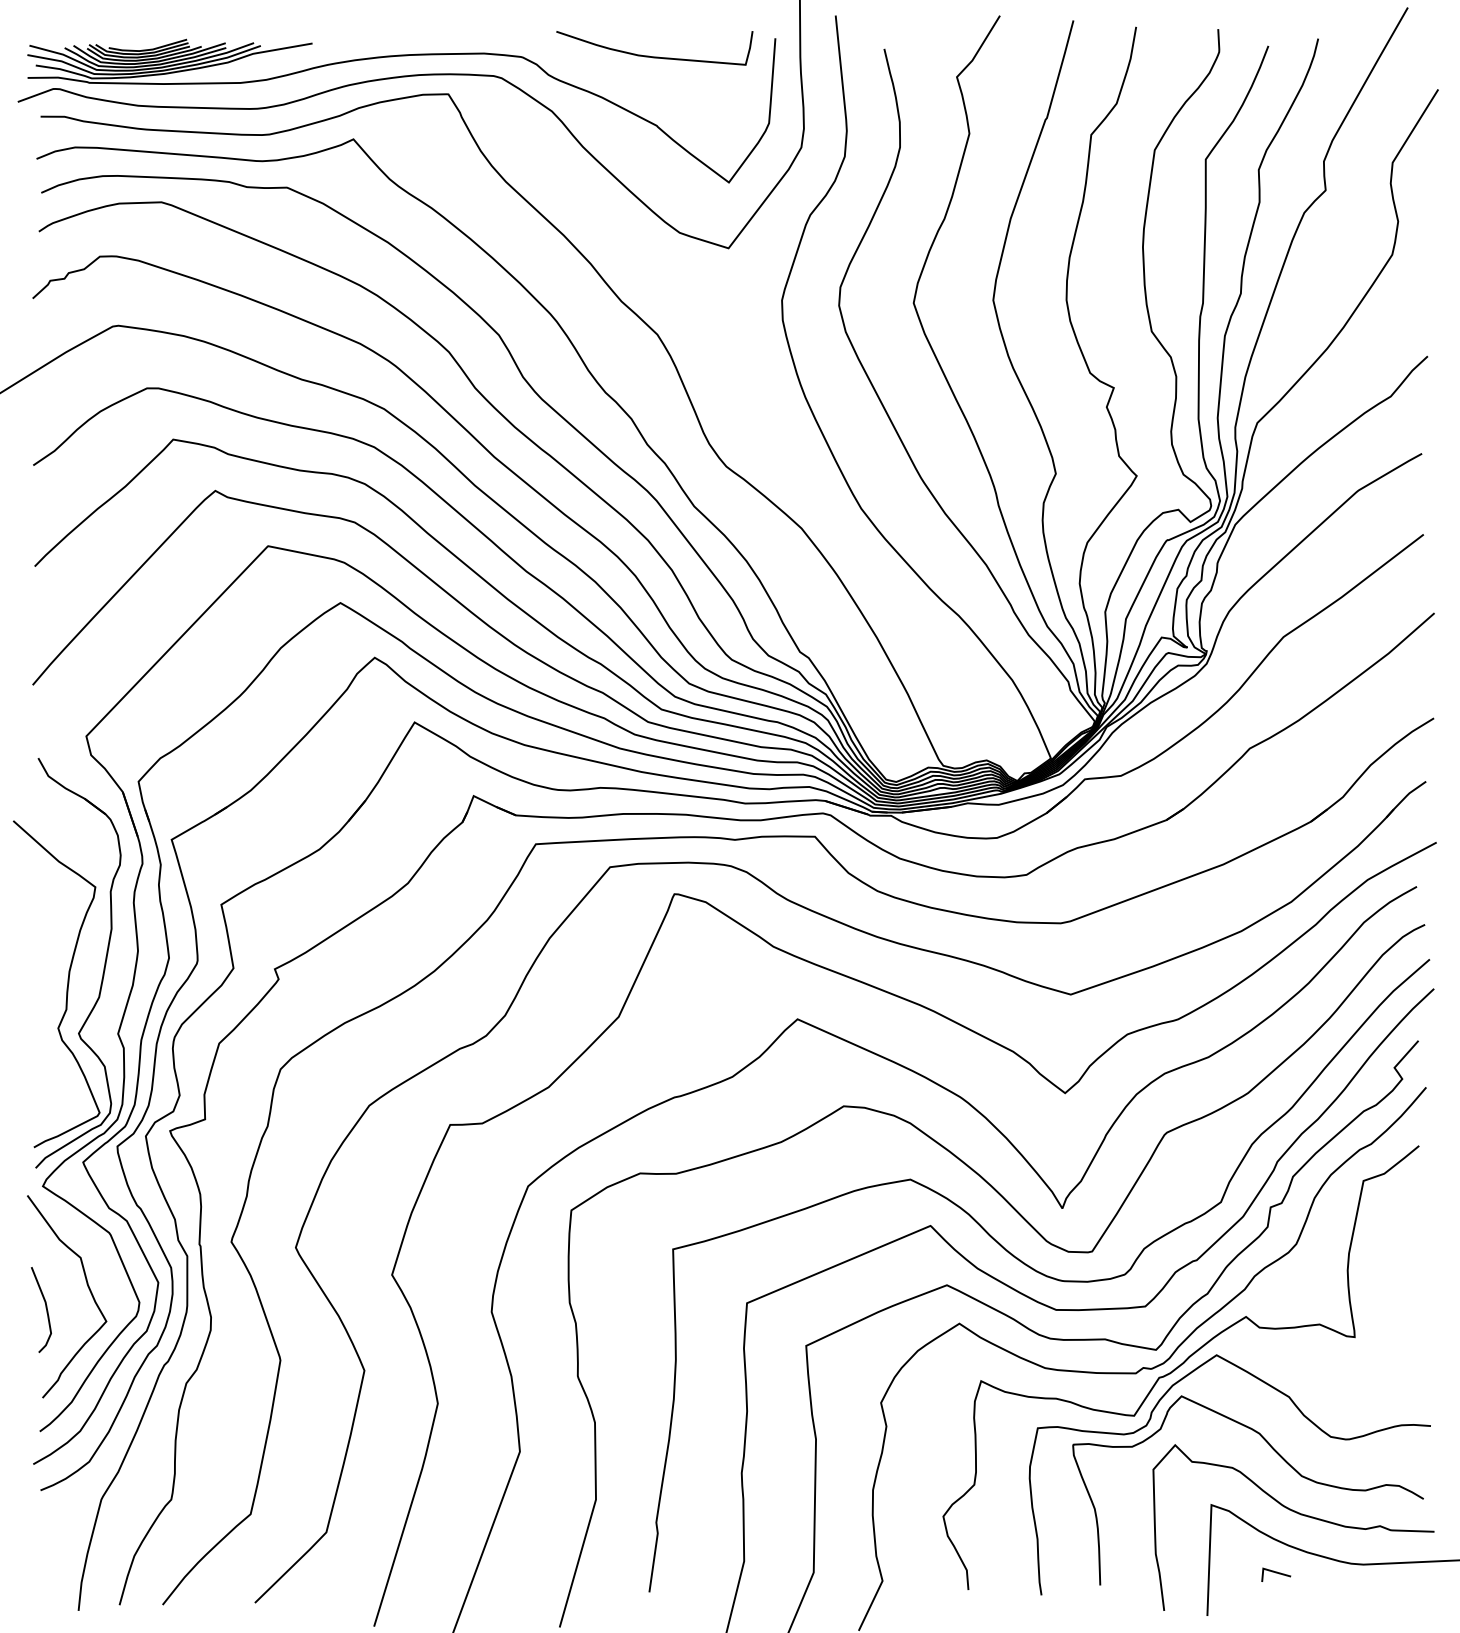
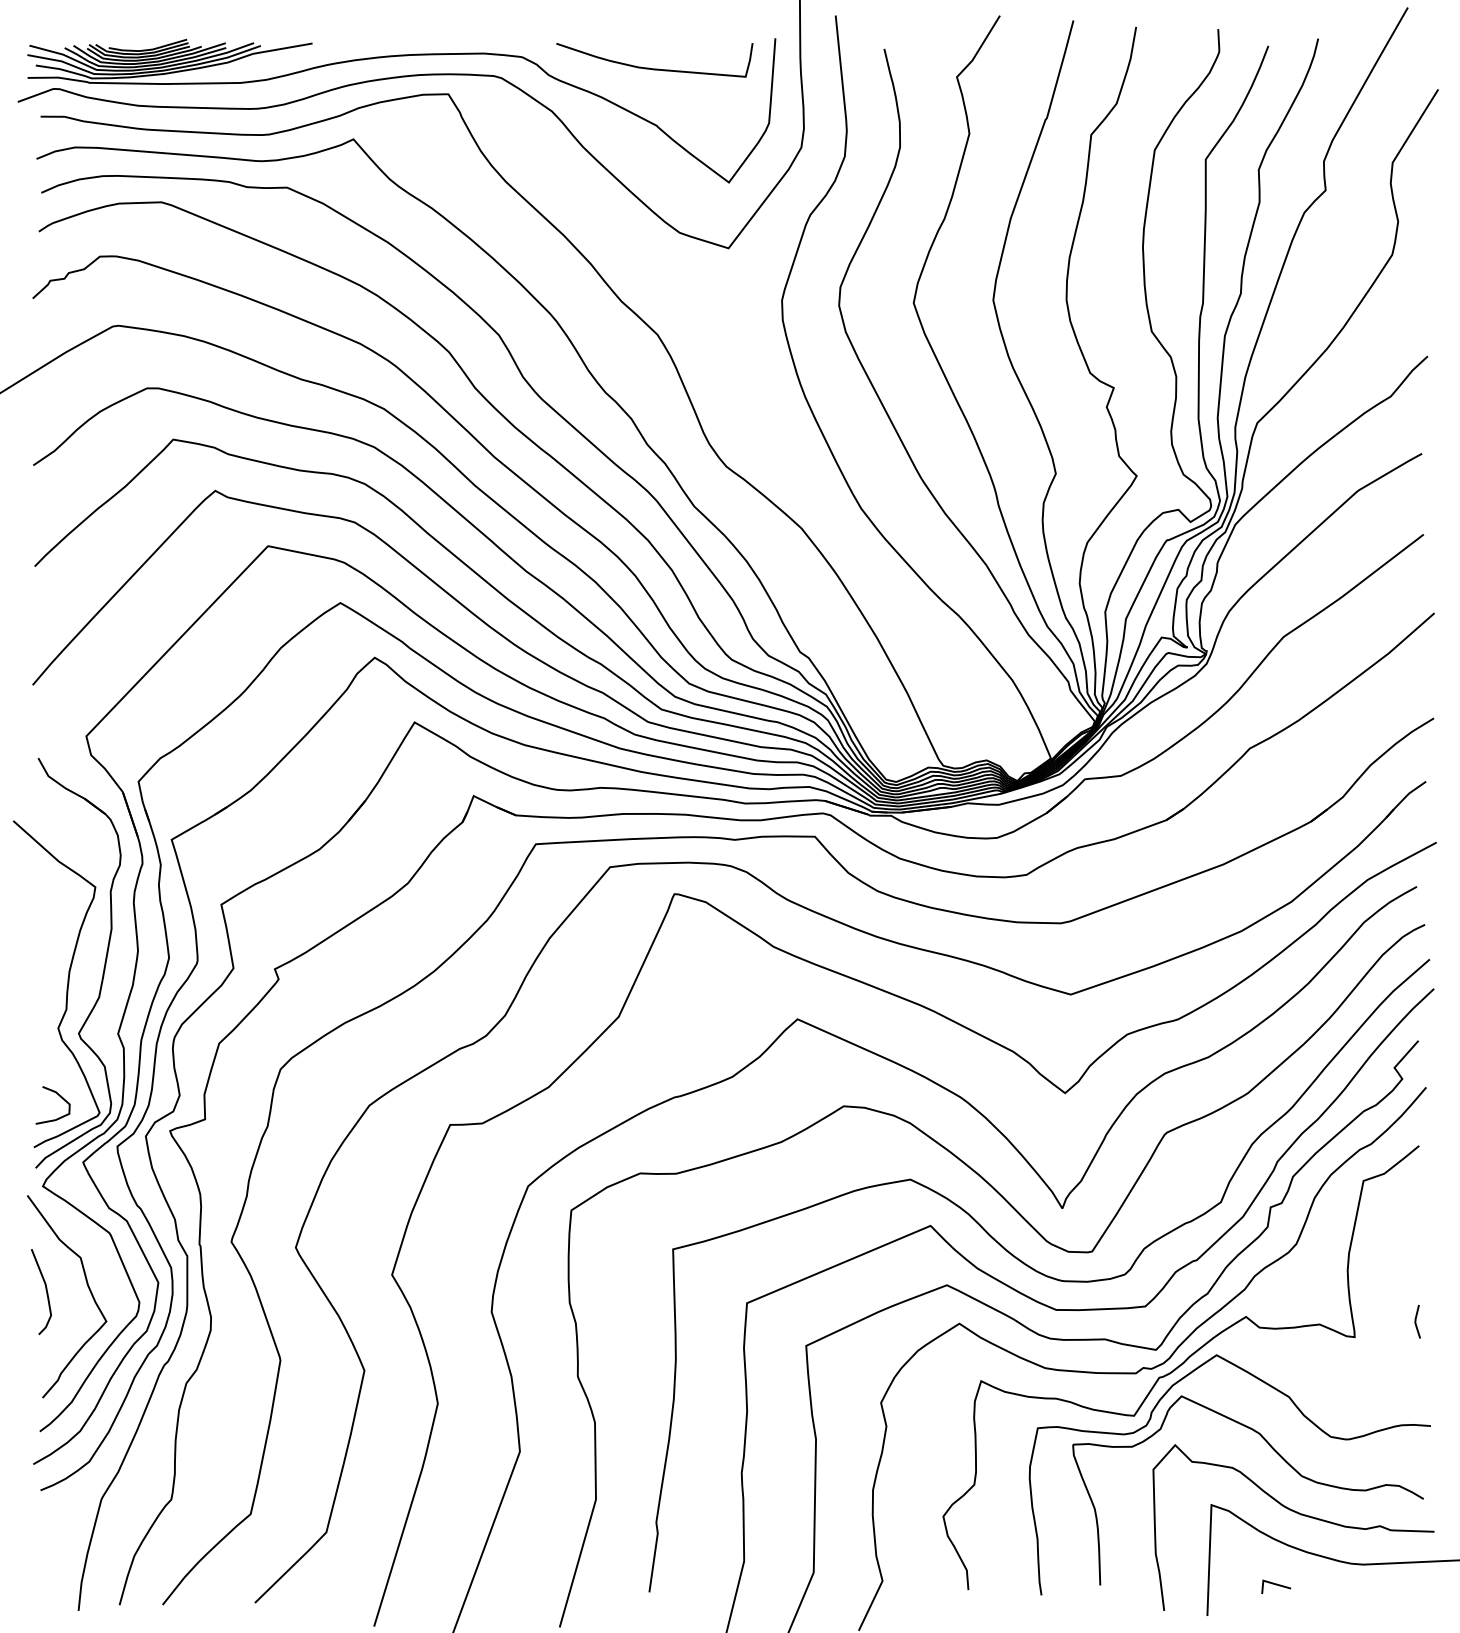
curve at (654, 56) position: (654, 56) -> (654, 68)
curve at (60, 1097): none -> present
curve at (45, 1308) position: (45, 1308) -> (45, 1290)
line at (1416, 1321): none -> present
line at (1276, 1573) position: (1276, 1573) -> (1276, 1585)
